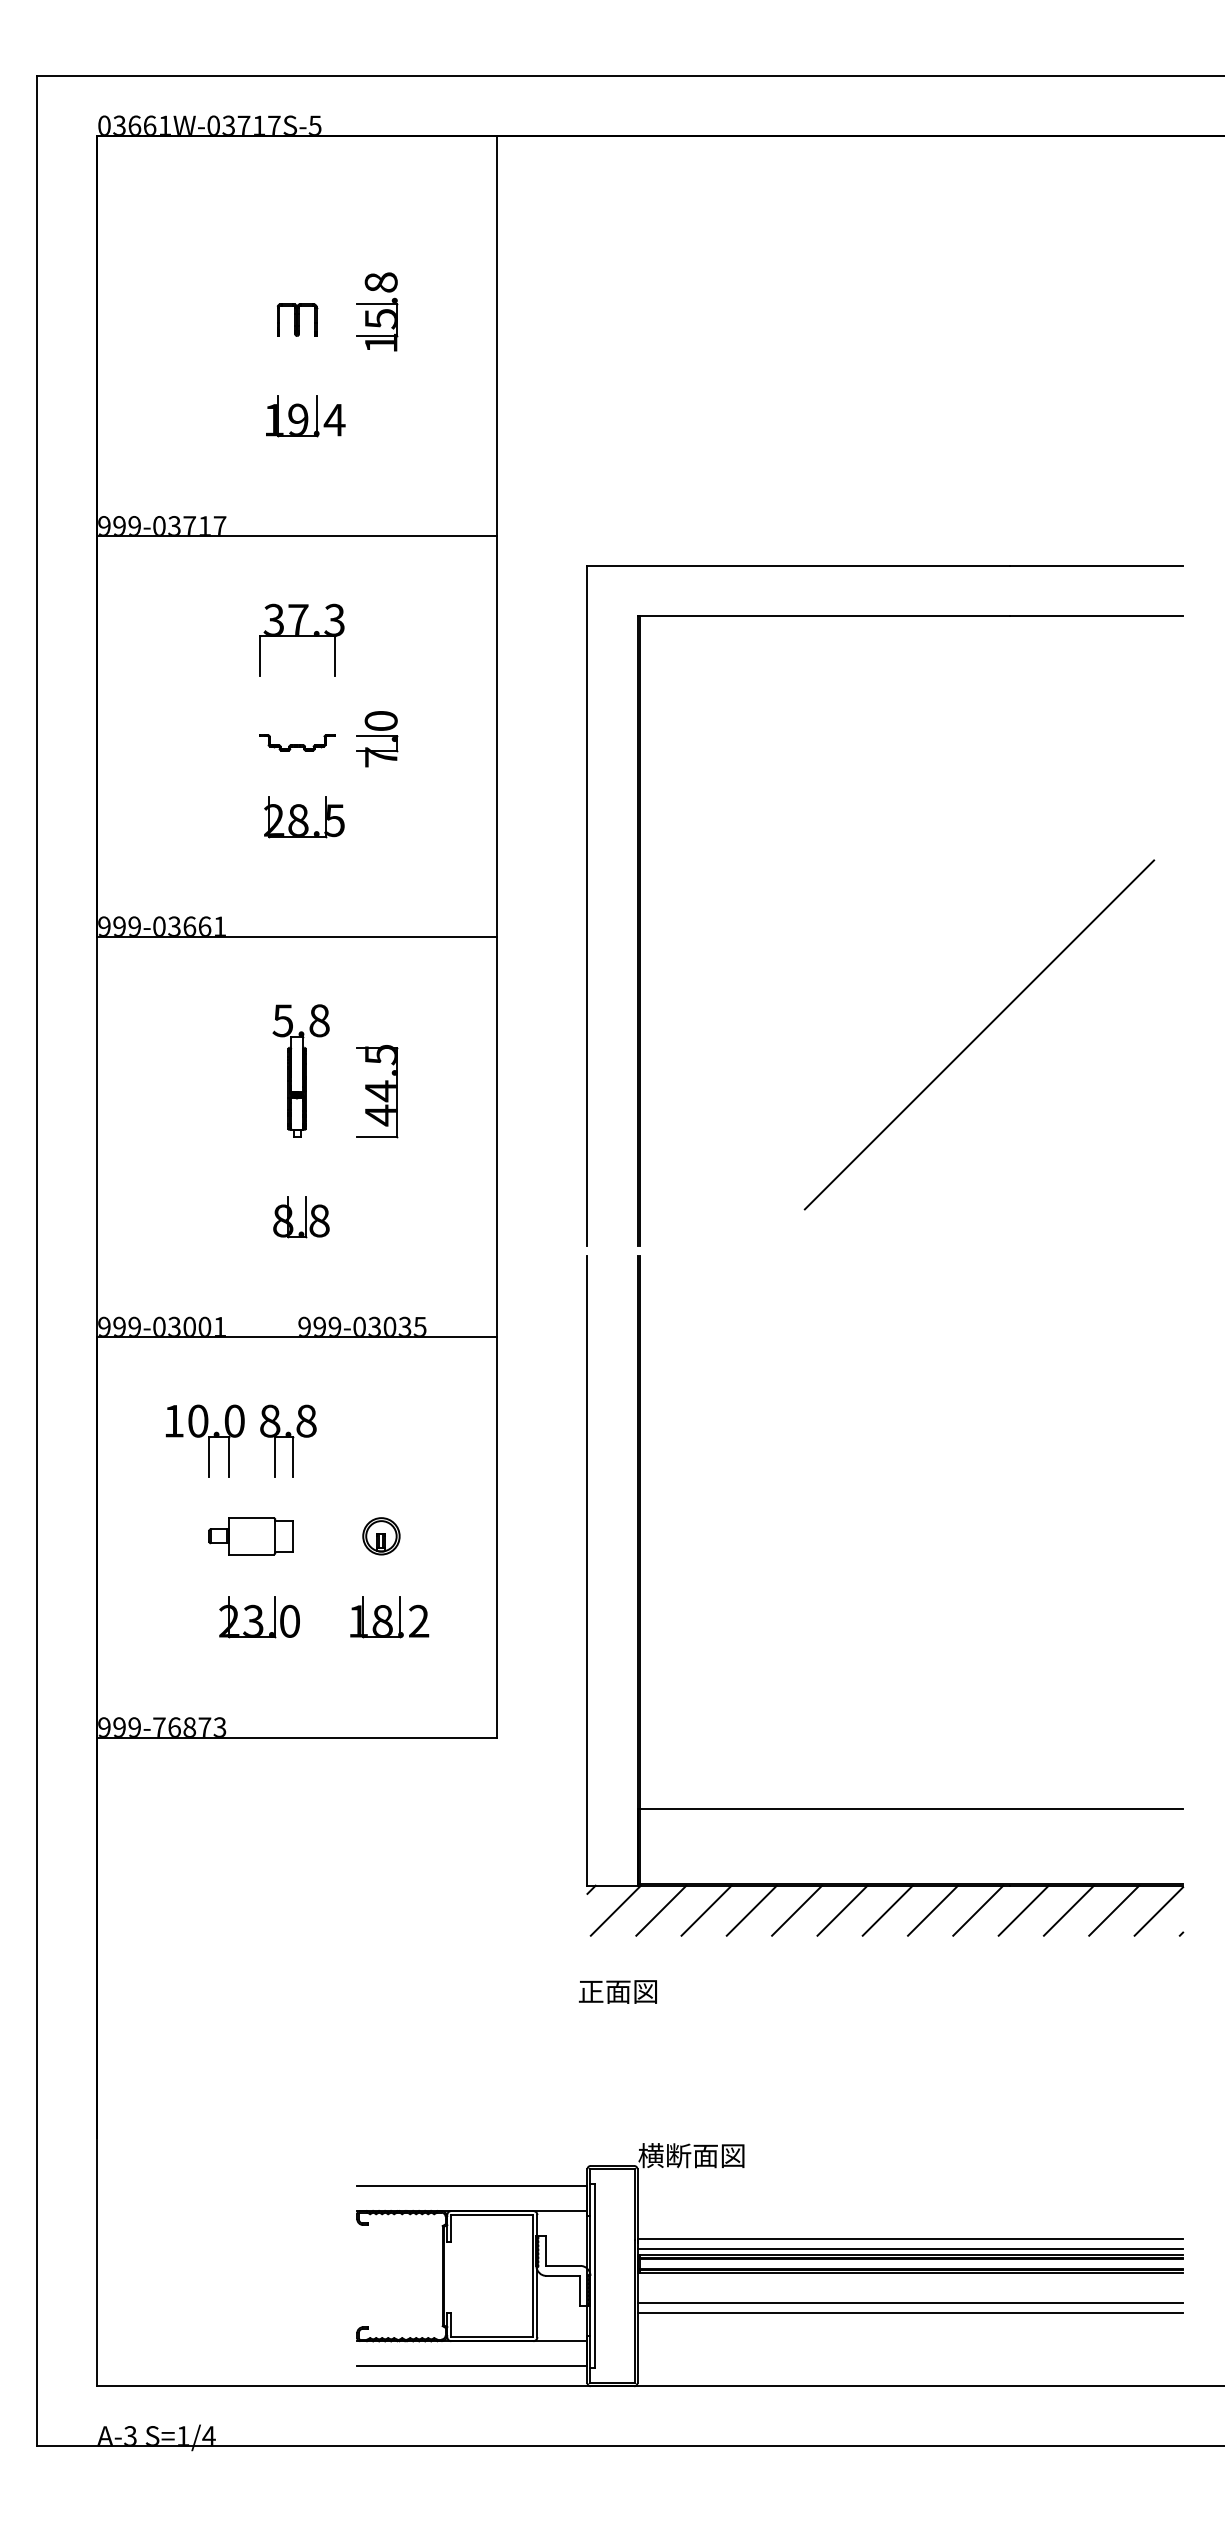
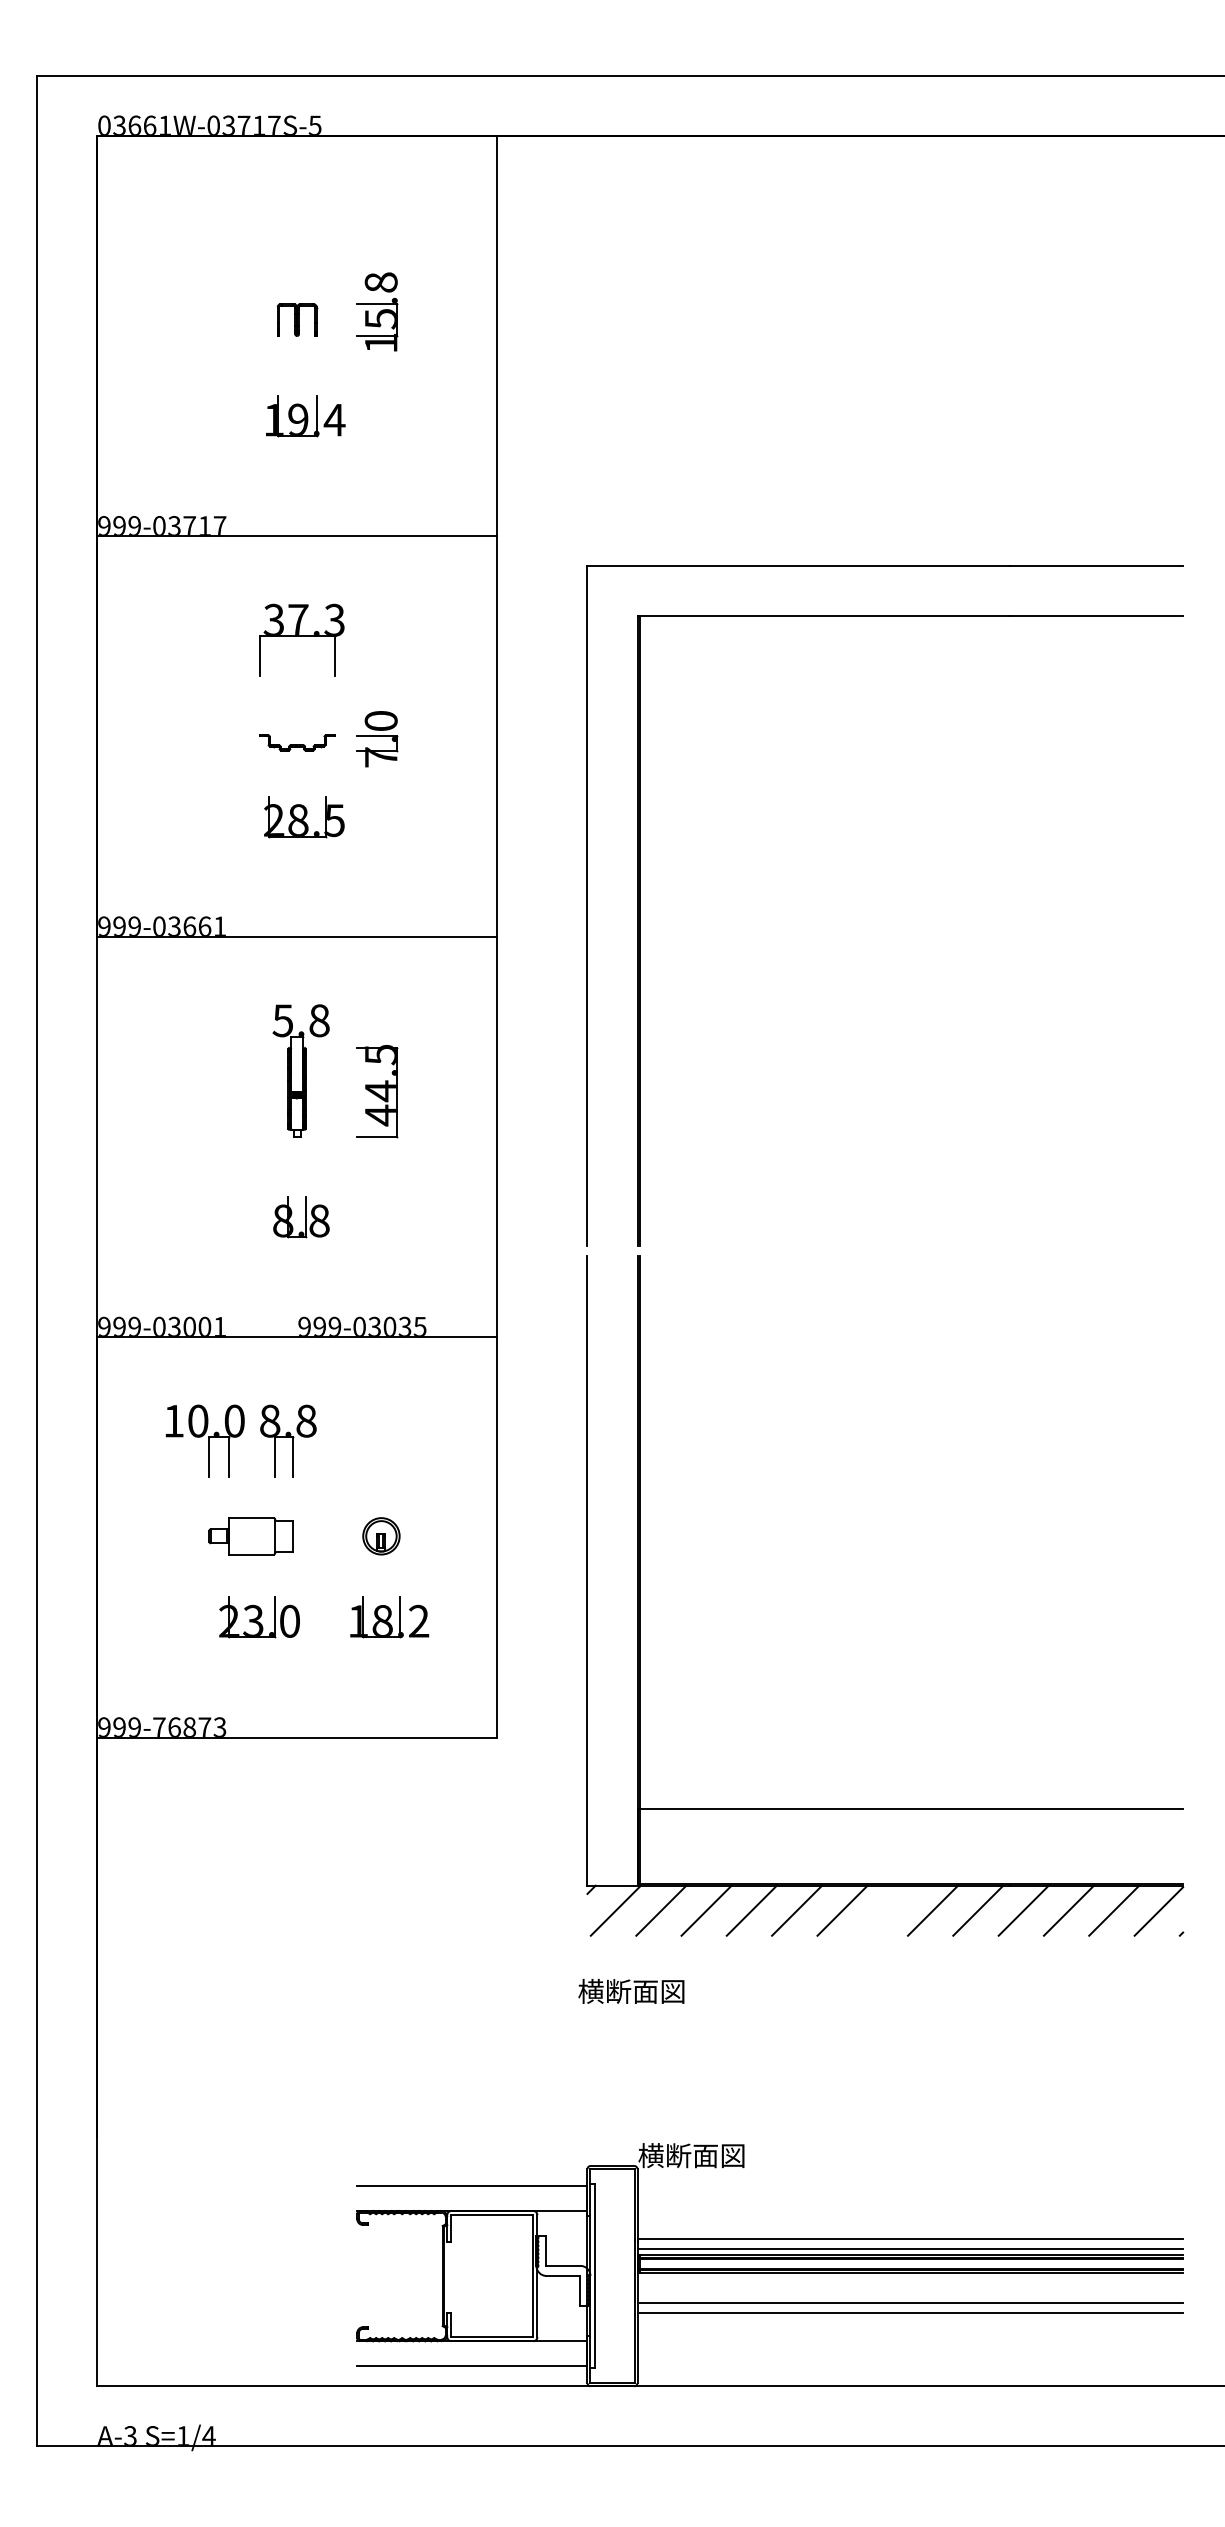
line at (979, 1034): present -> none
line at (887, 1910): present -> none
text at (631, 1990): 正面図 -> 横断面図
